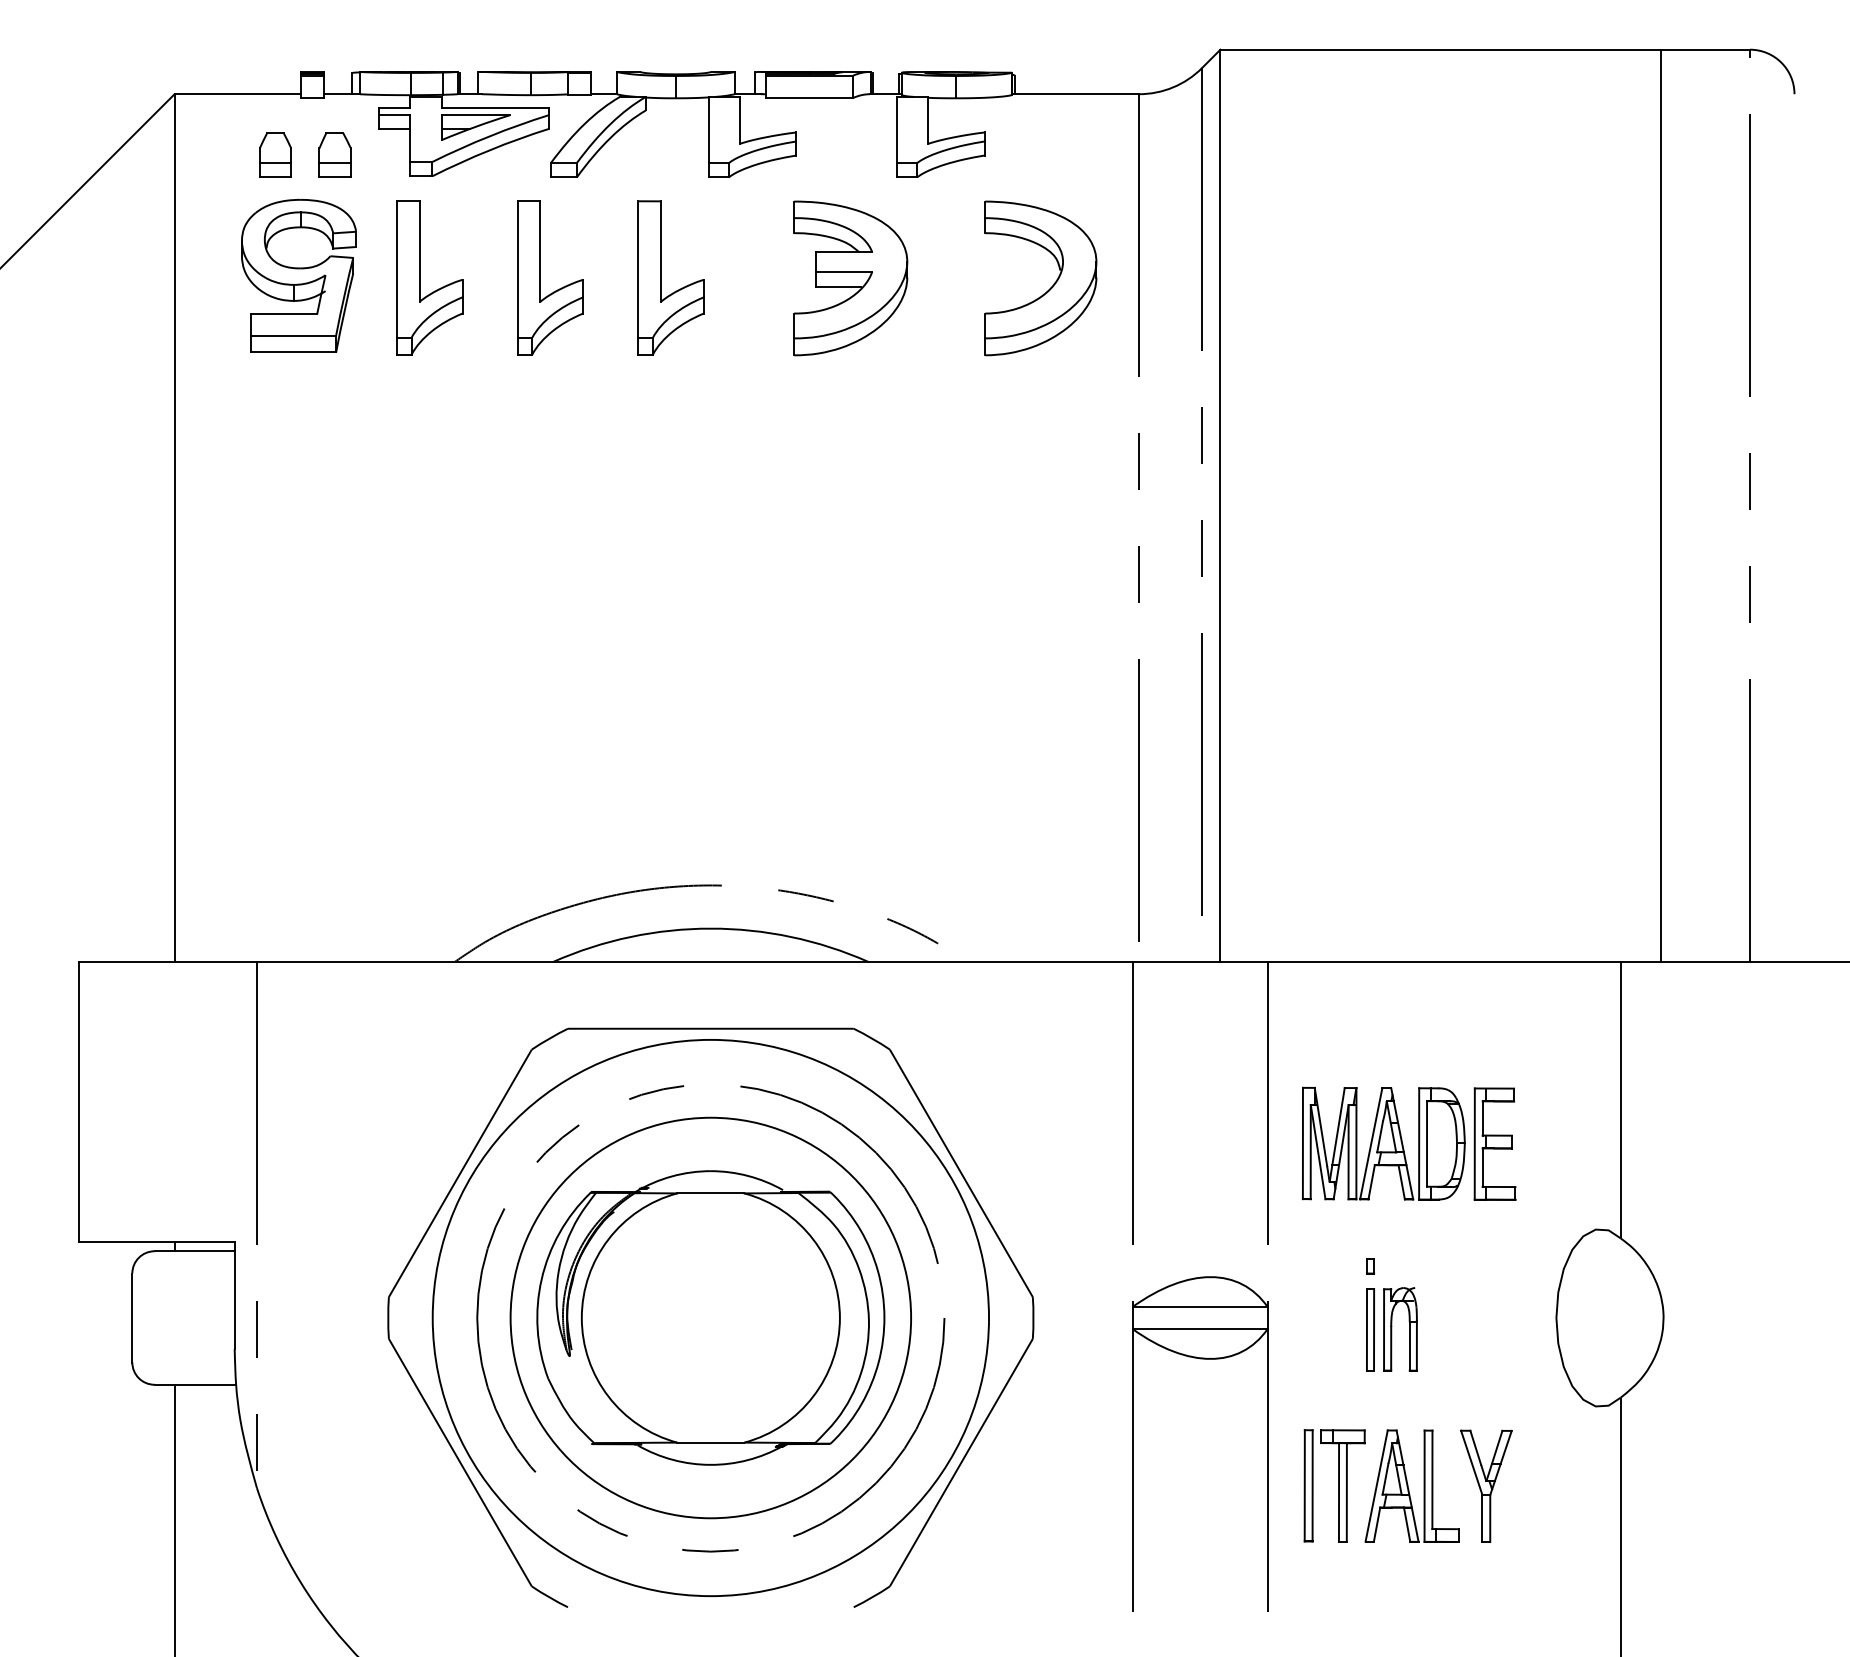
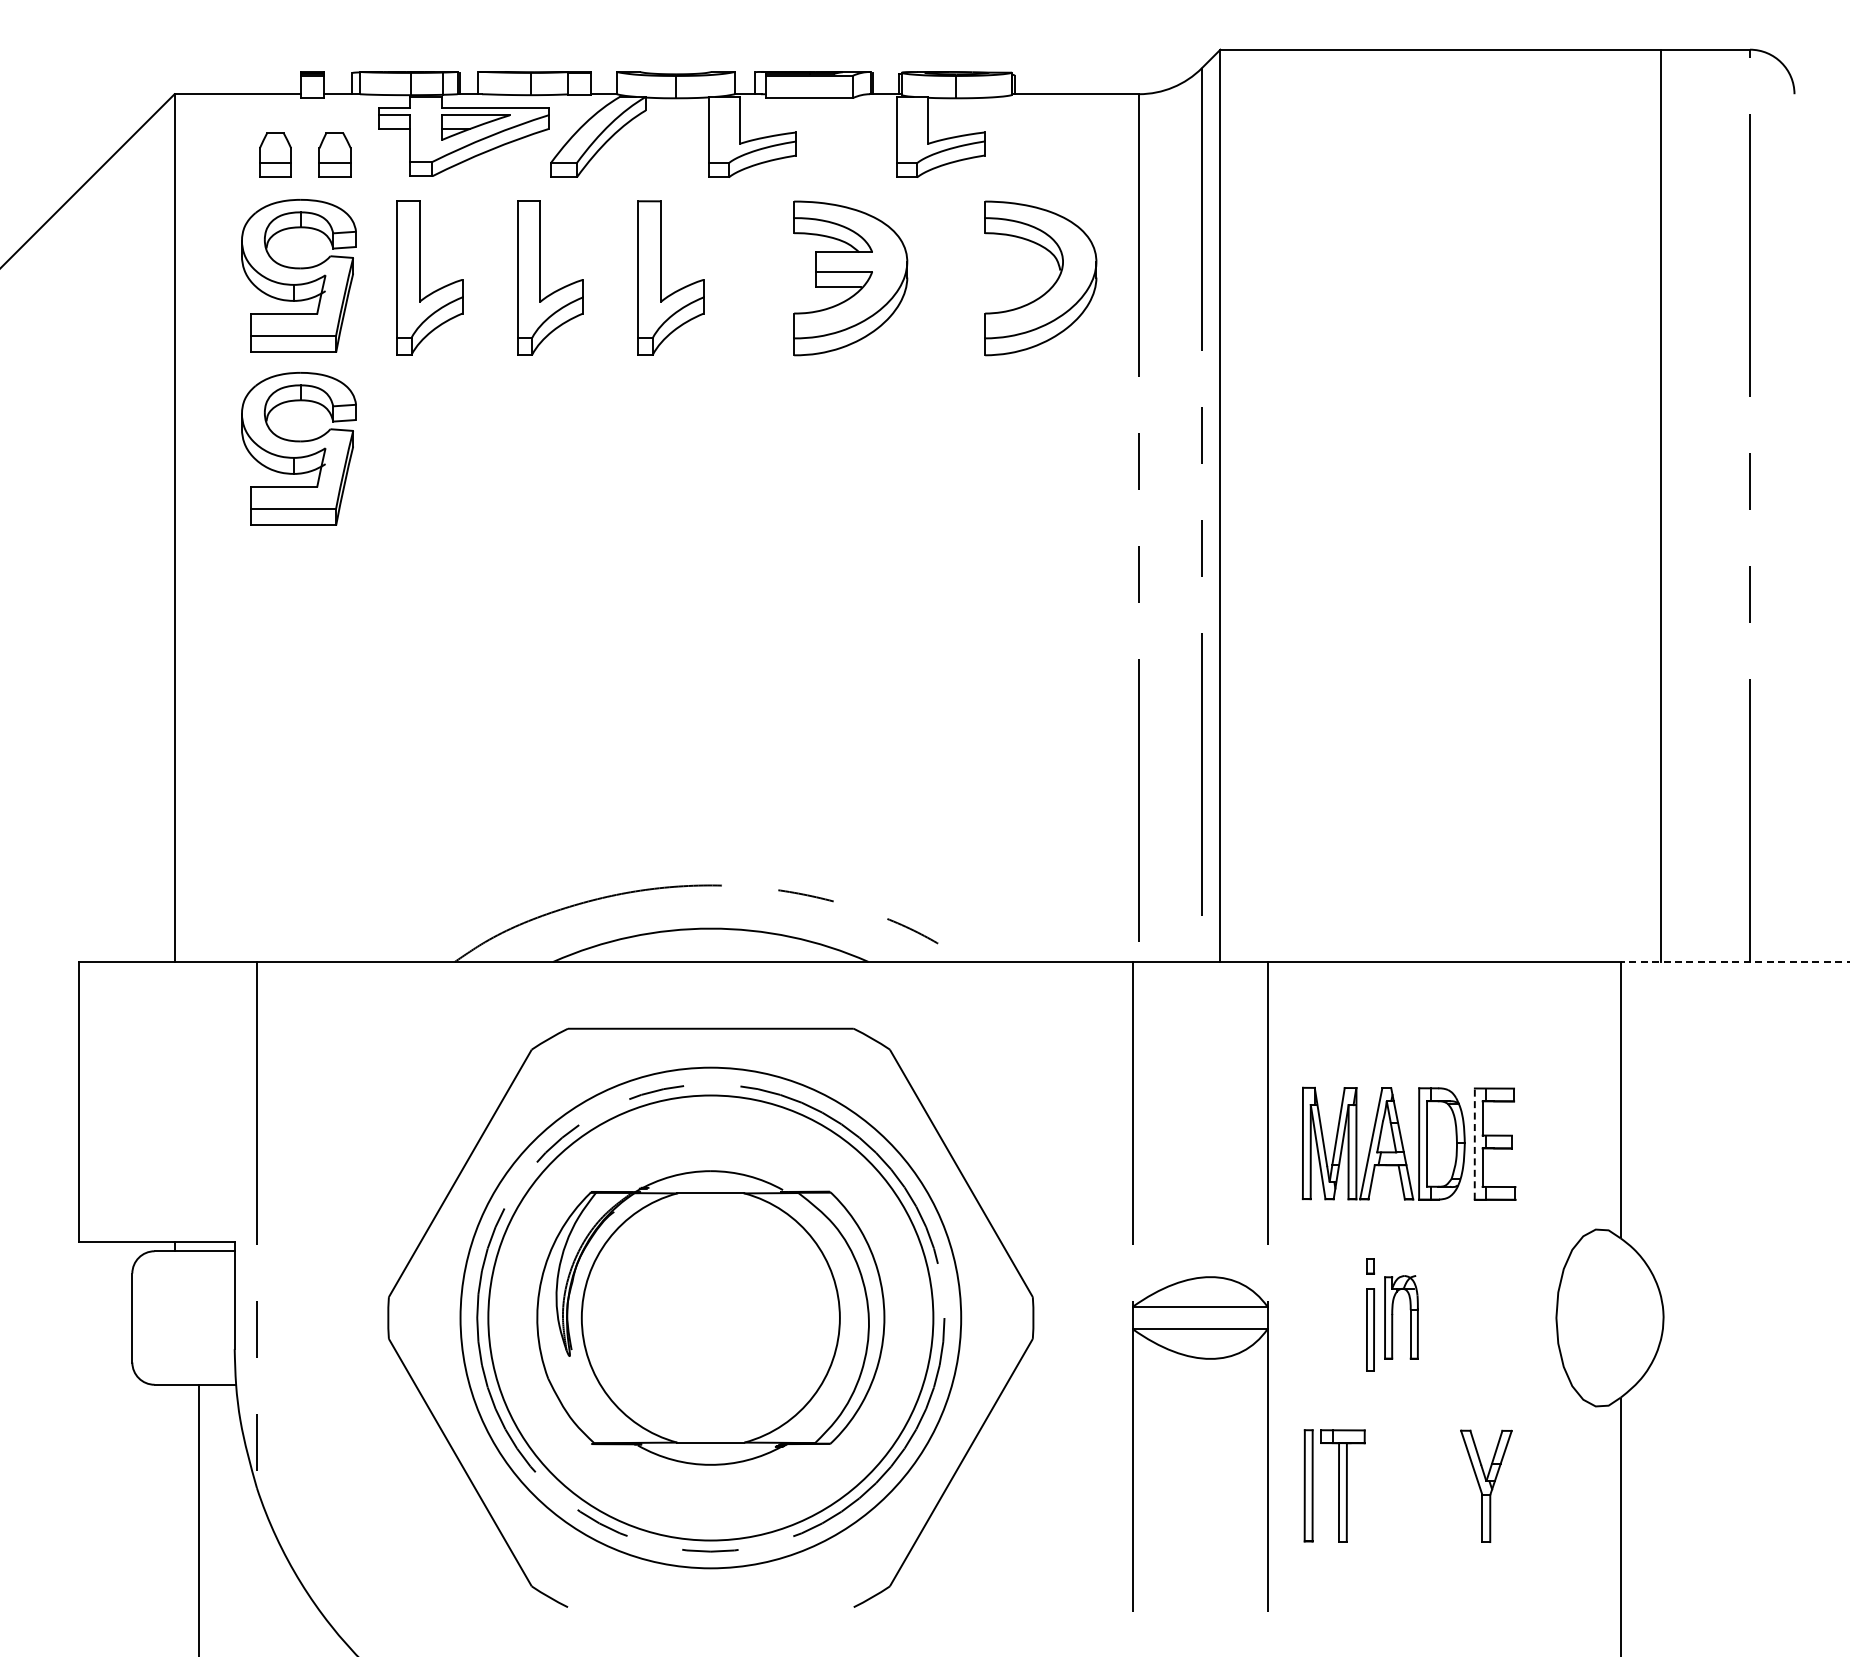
part at (298, 448): none -> present
line at (1734, 962): solid -> dashed
line at (1474, 1144): solid -> dashed
circle at (710, 1317) diameter: 401 px -> 501 px
circle at (710, 1317) diameter: 556 px -> 445 px
part at (1392, 1329) position: (1392, 1329) -> (1393, 1317)
part at (1411, 1485): present -> none
line at (174, 1518) position: (174, 1518) -> (198, 1518)
